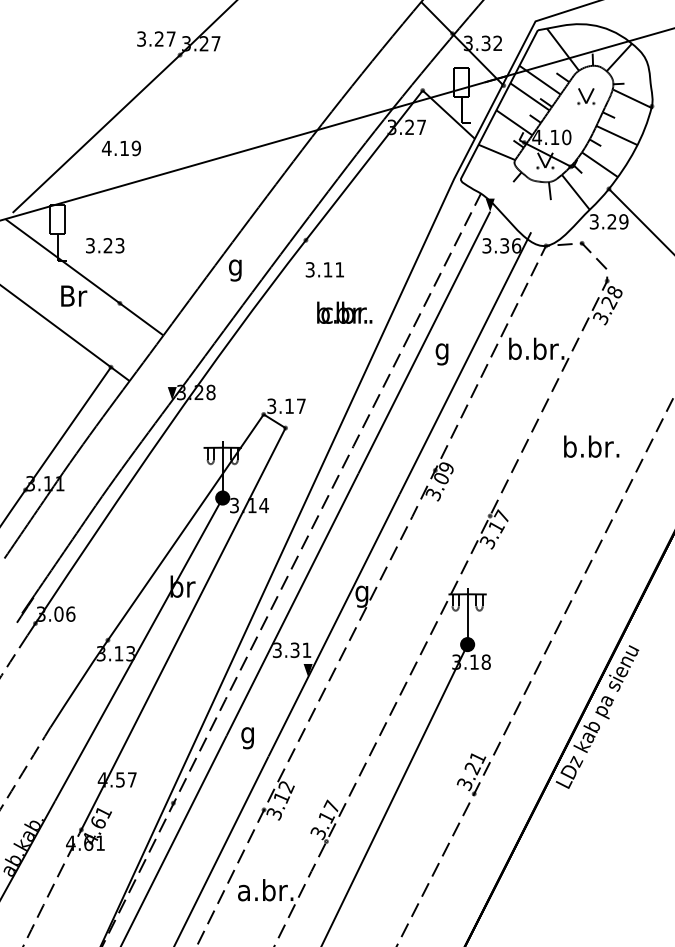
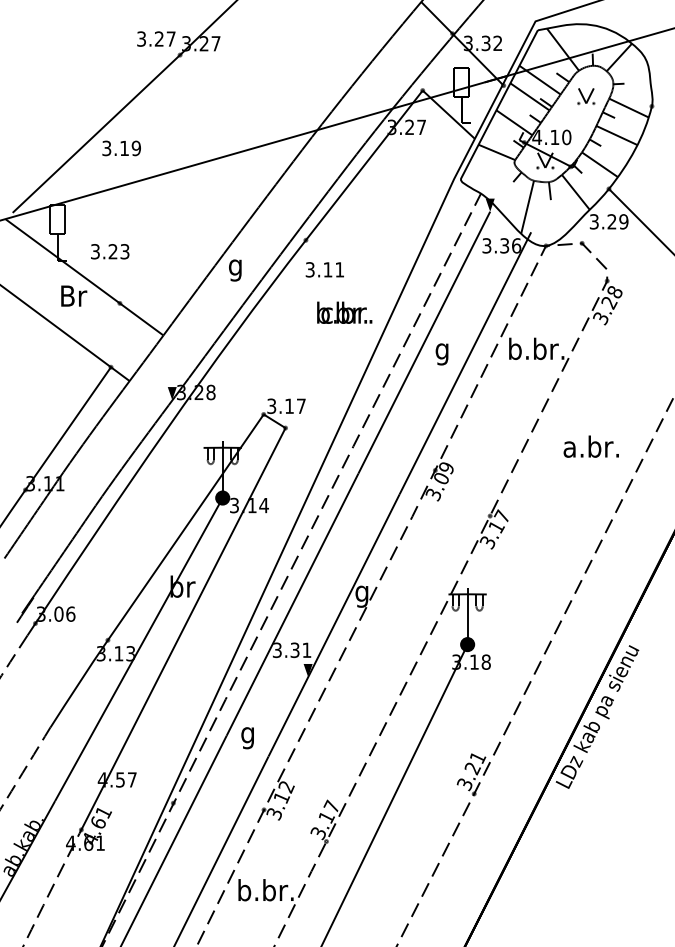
line at (632, 98) position: (632, 98) -> (628, 107)
text at (106, 148): 4.19 -> 3.19
line at (527, 206): none -> present
text at (105, 245) position: (105, 245) -> (110, 251)
text at (591, 446): b.br. -> a.br.
text at (265, 890): a.br. -> b.br.
